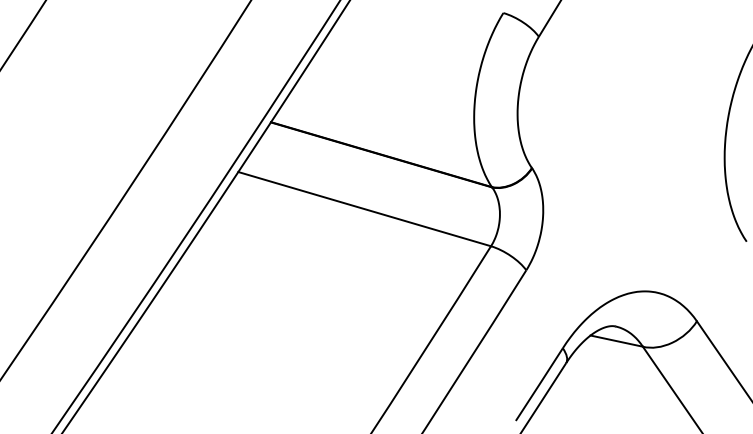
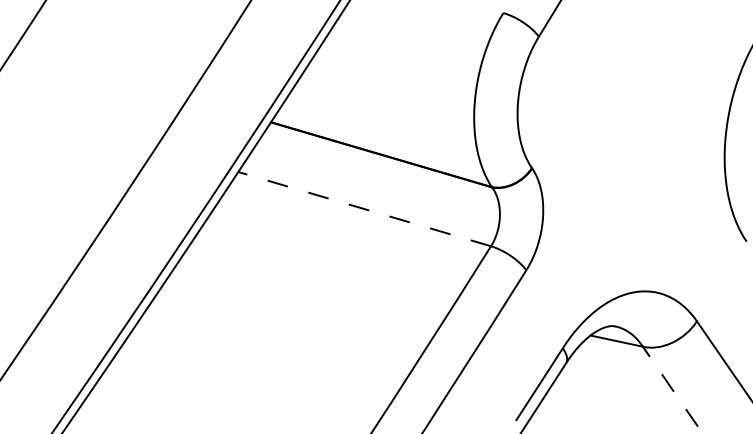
line at (364, 209): solid -> dashed
line at (672, 390): solid -> dashed
